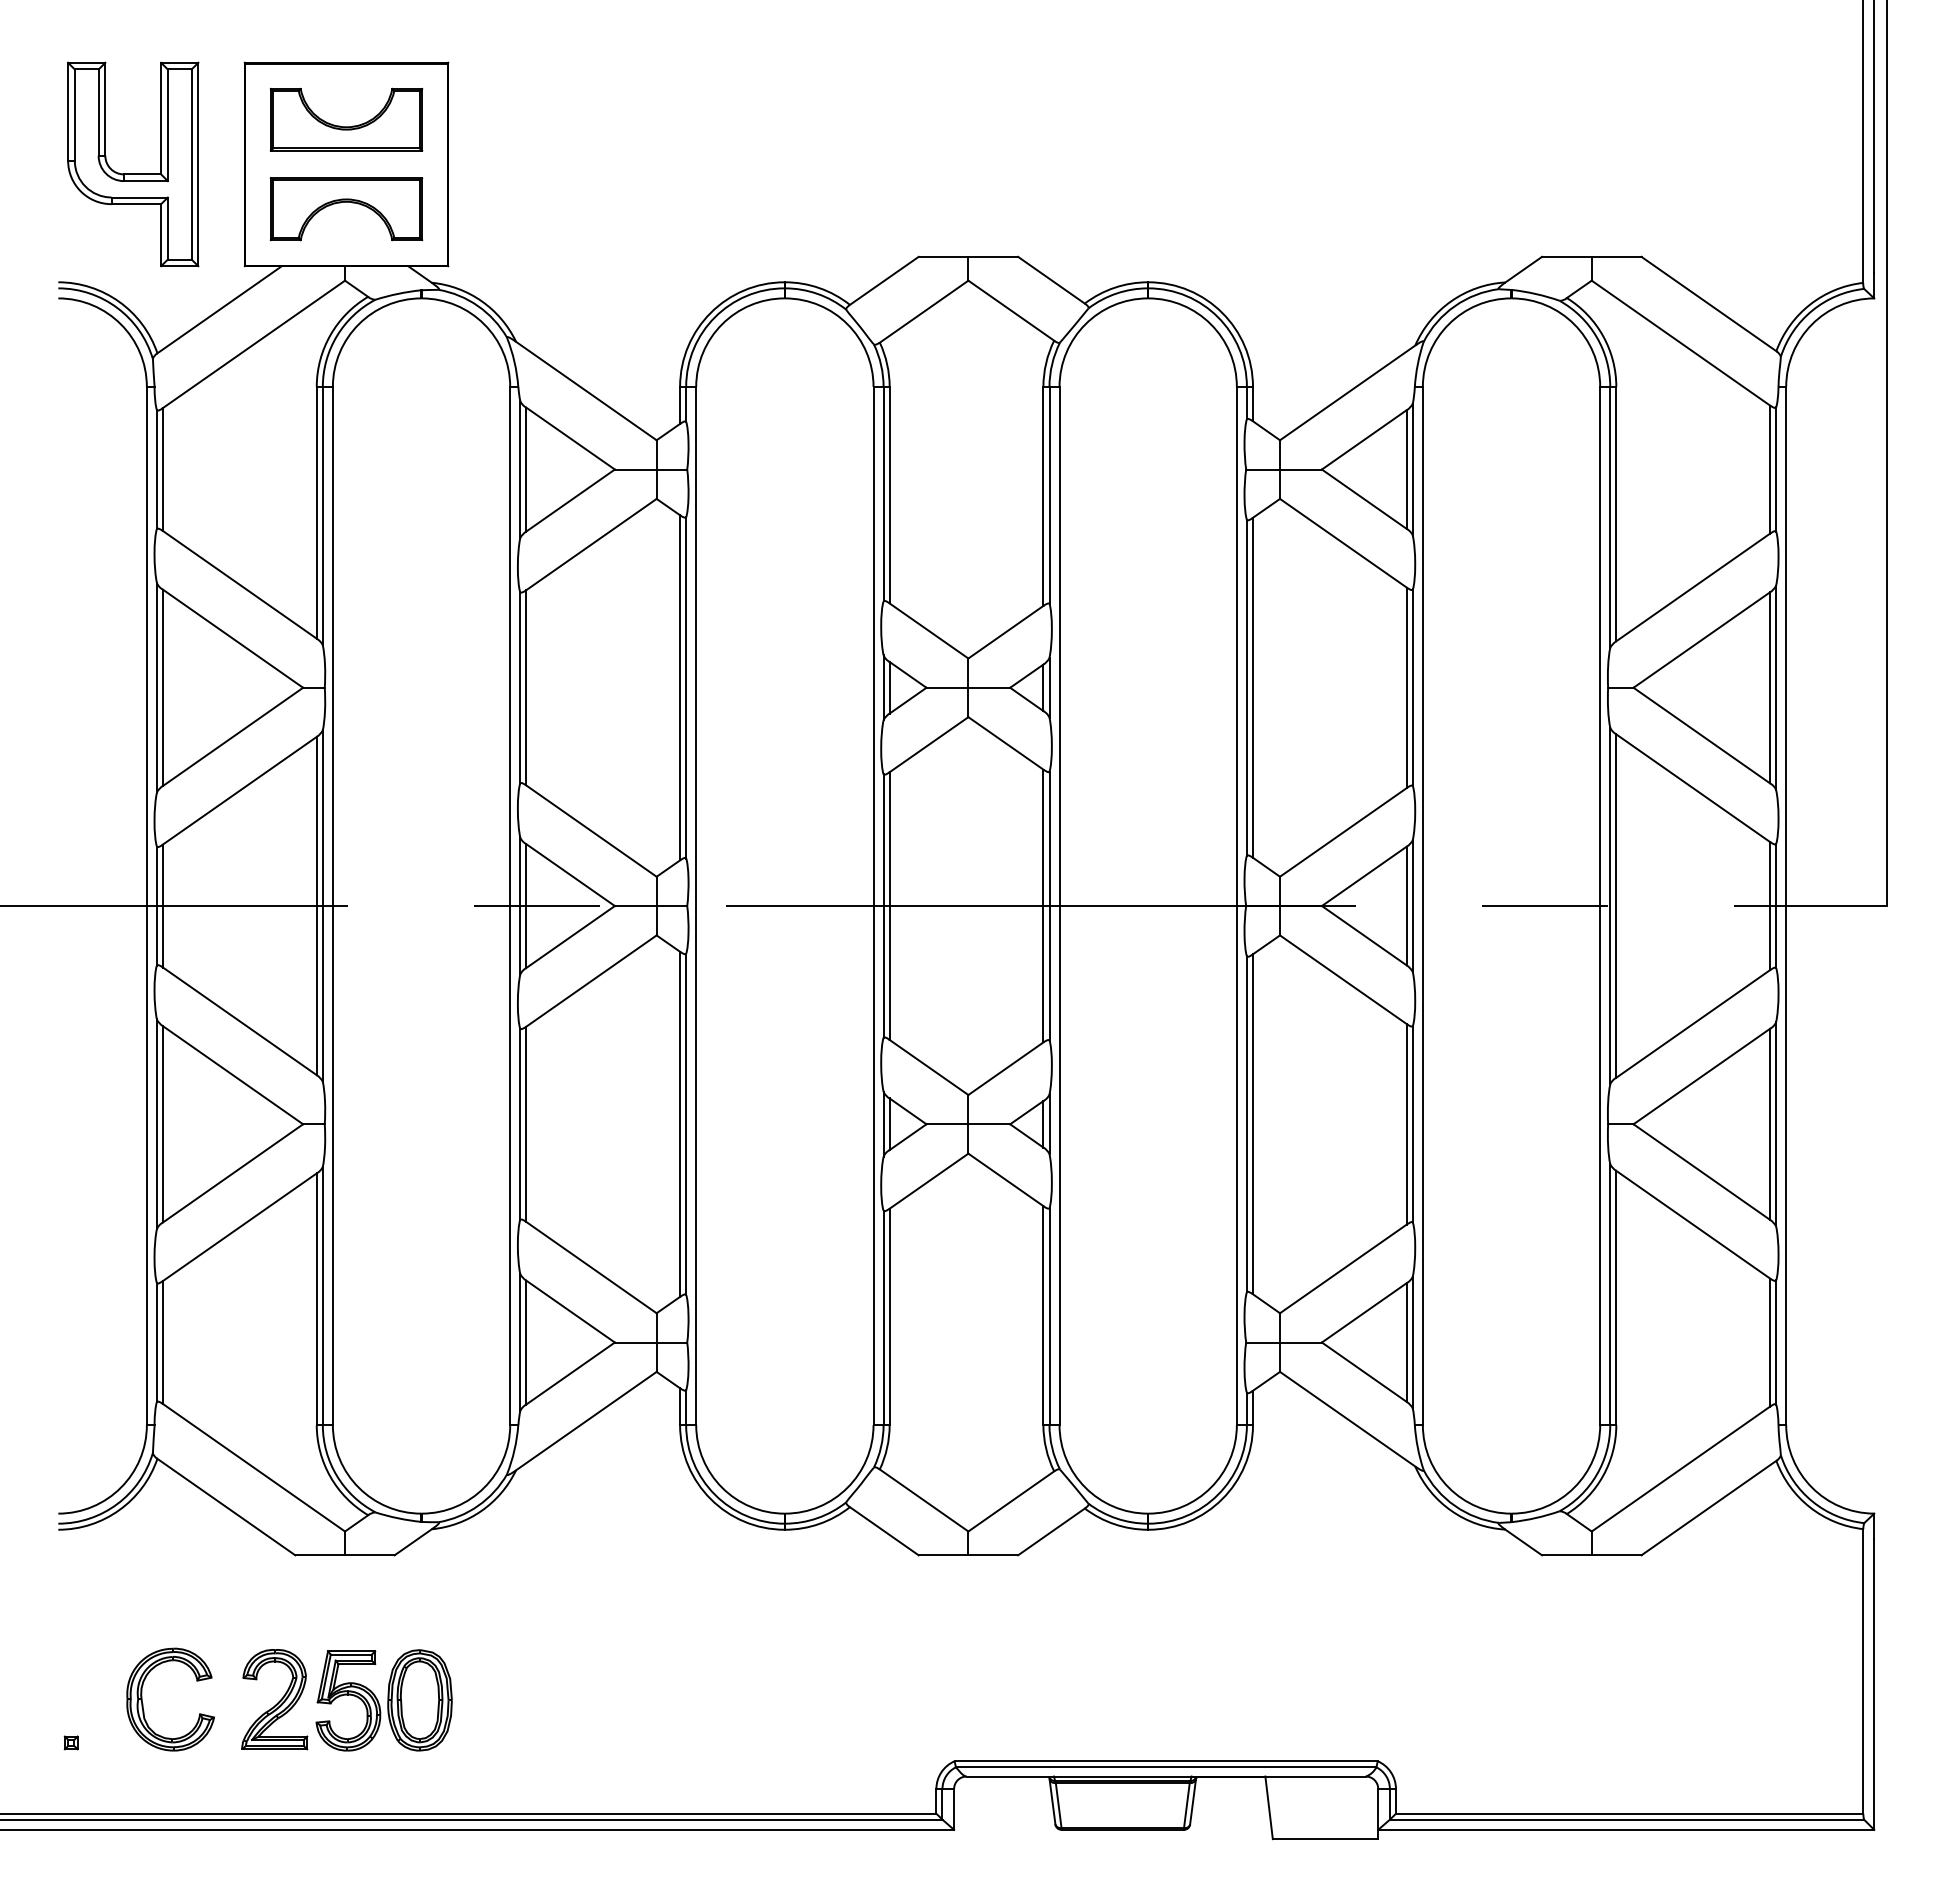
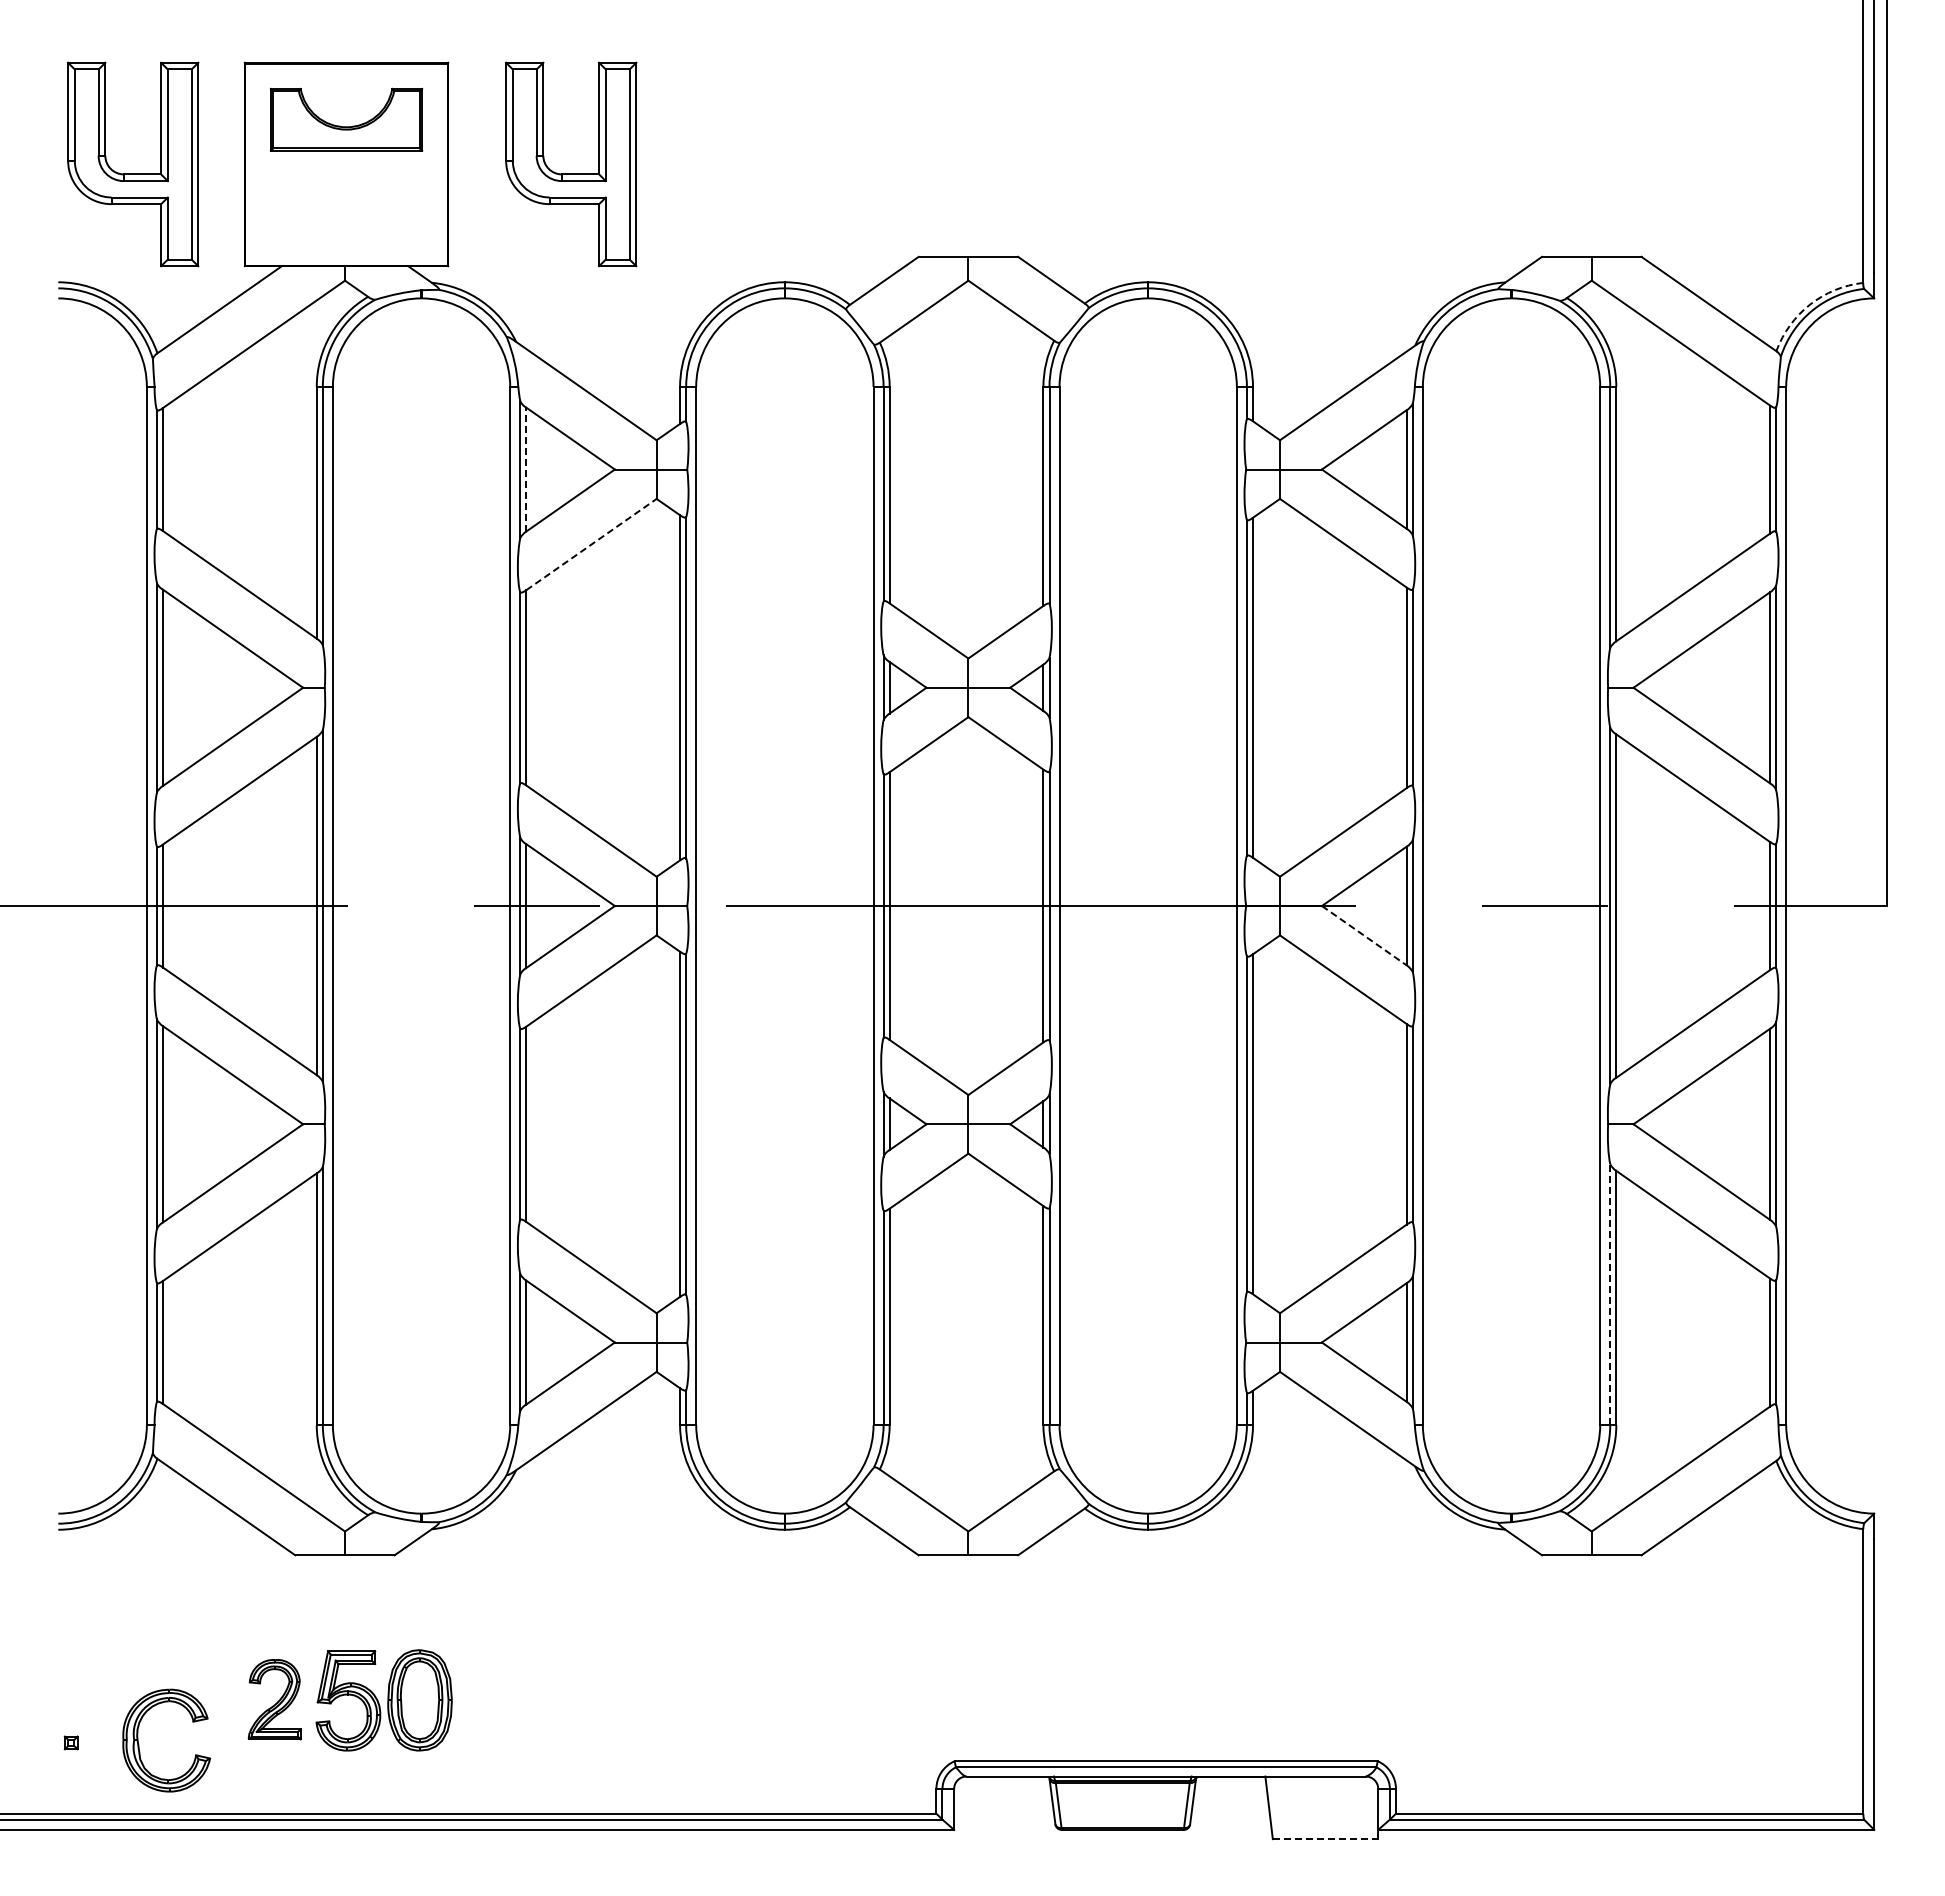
part at (571, 173): none -> present
part at (346, 202): present -> none
arc at (1810, 304): solid -> dashed
line at (526, 469): solid -> dashed
line at (591, 544): solid -> dashed
line at (1364, 935): solid -> dashed
line at (1610, 1294): solid -> dashed
part at (274, 1699) size: 68x102 px -> 55x82 px
part at (143, 1703) position: (143, 1703) -> (139, 1744)
line at (1325, 1839): solid -> dashed
